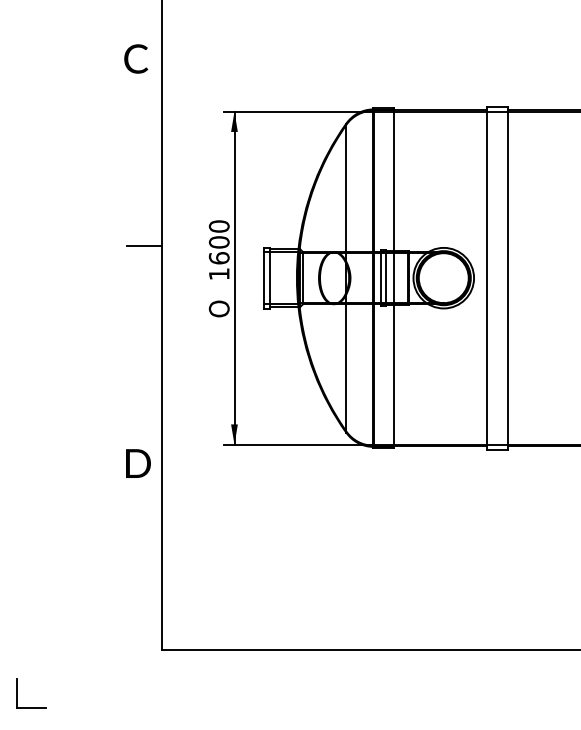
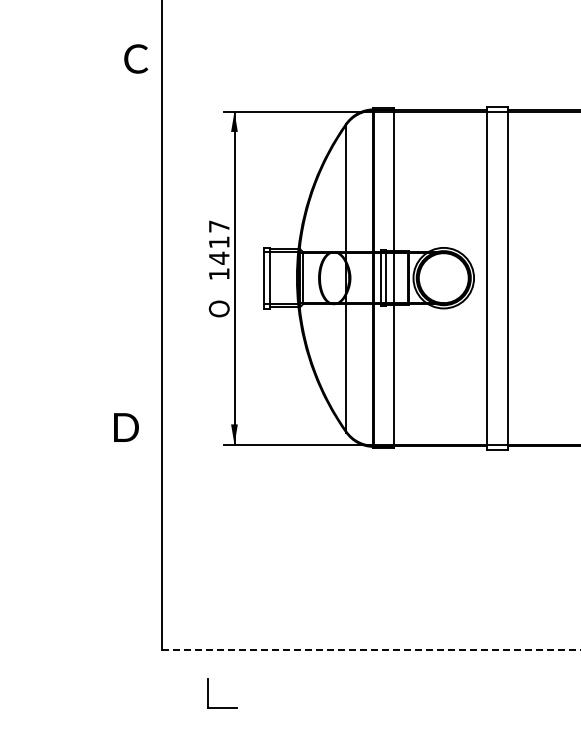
text at (218, 242): 1600 -> 1417
line at (144, 245): present -> none
text at (138, 463) position: (138, 463) -> (126, 427)
line at (371, 650): solid -> dashed
part at (17, 693) position: (17, 693) -> (208, 693)
